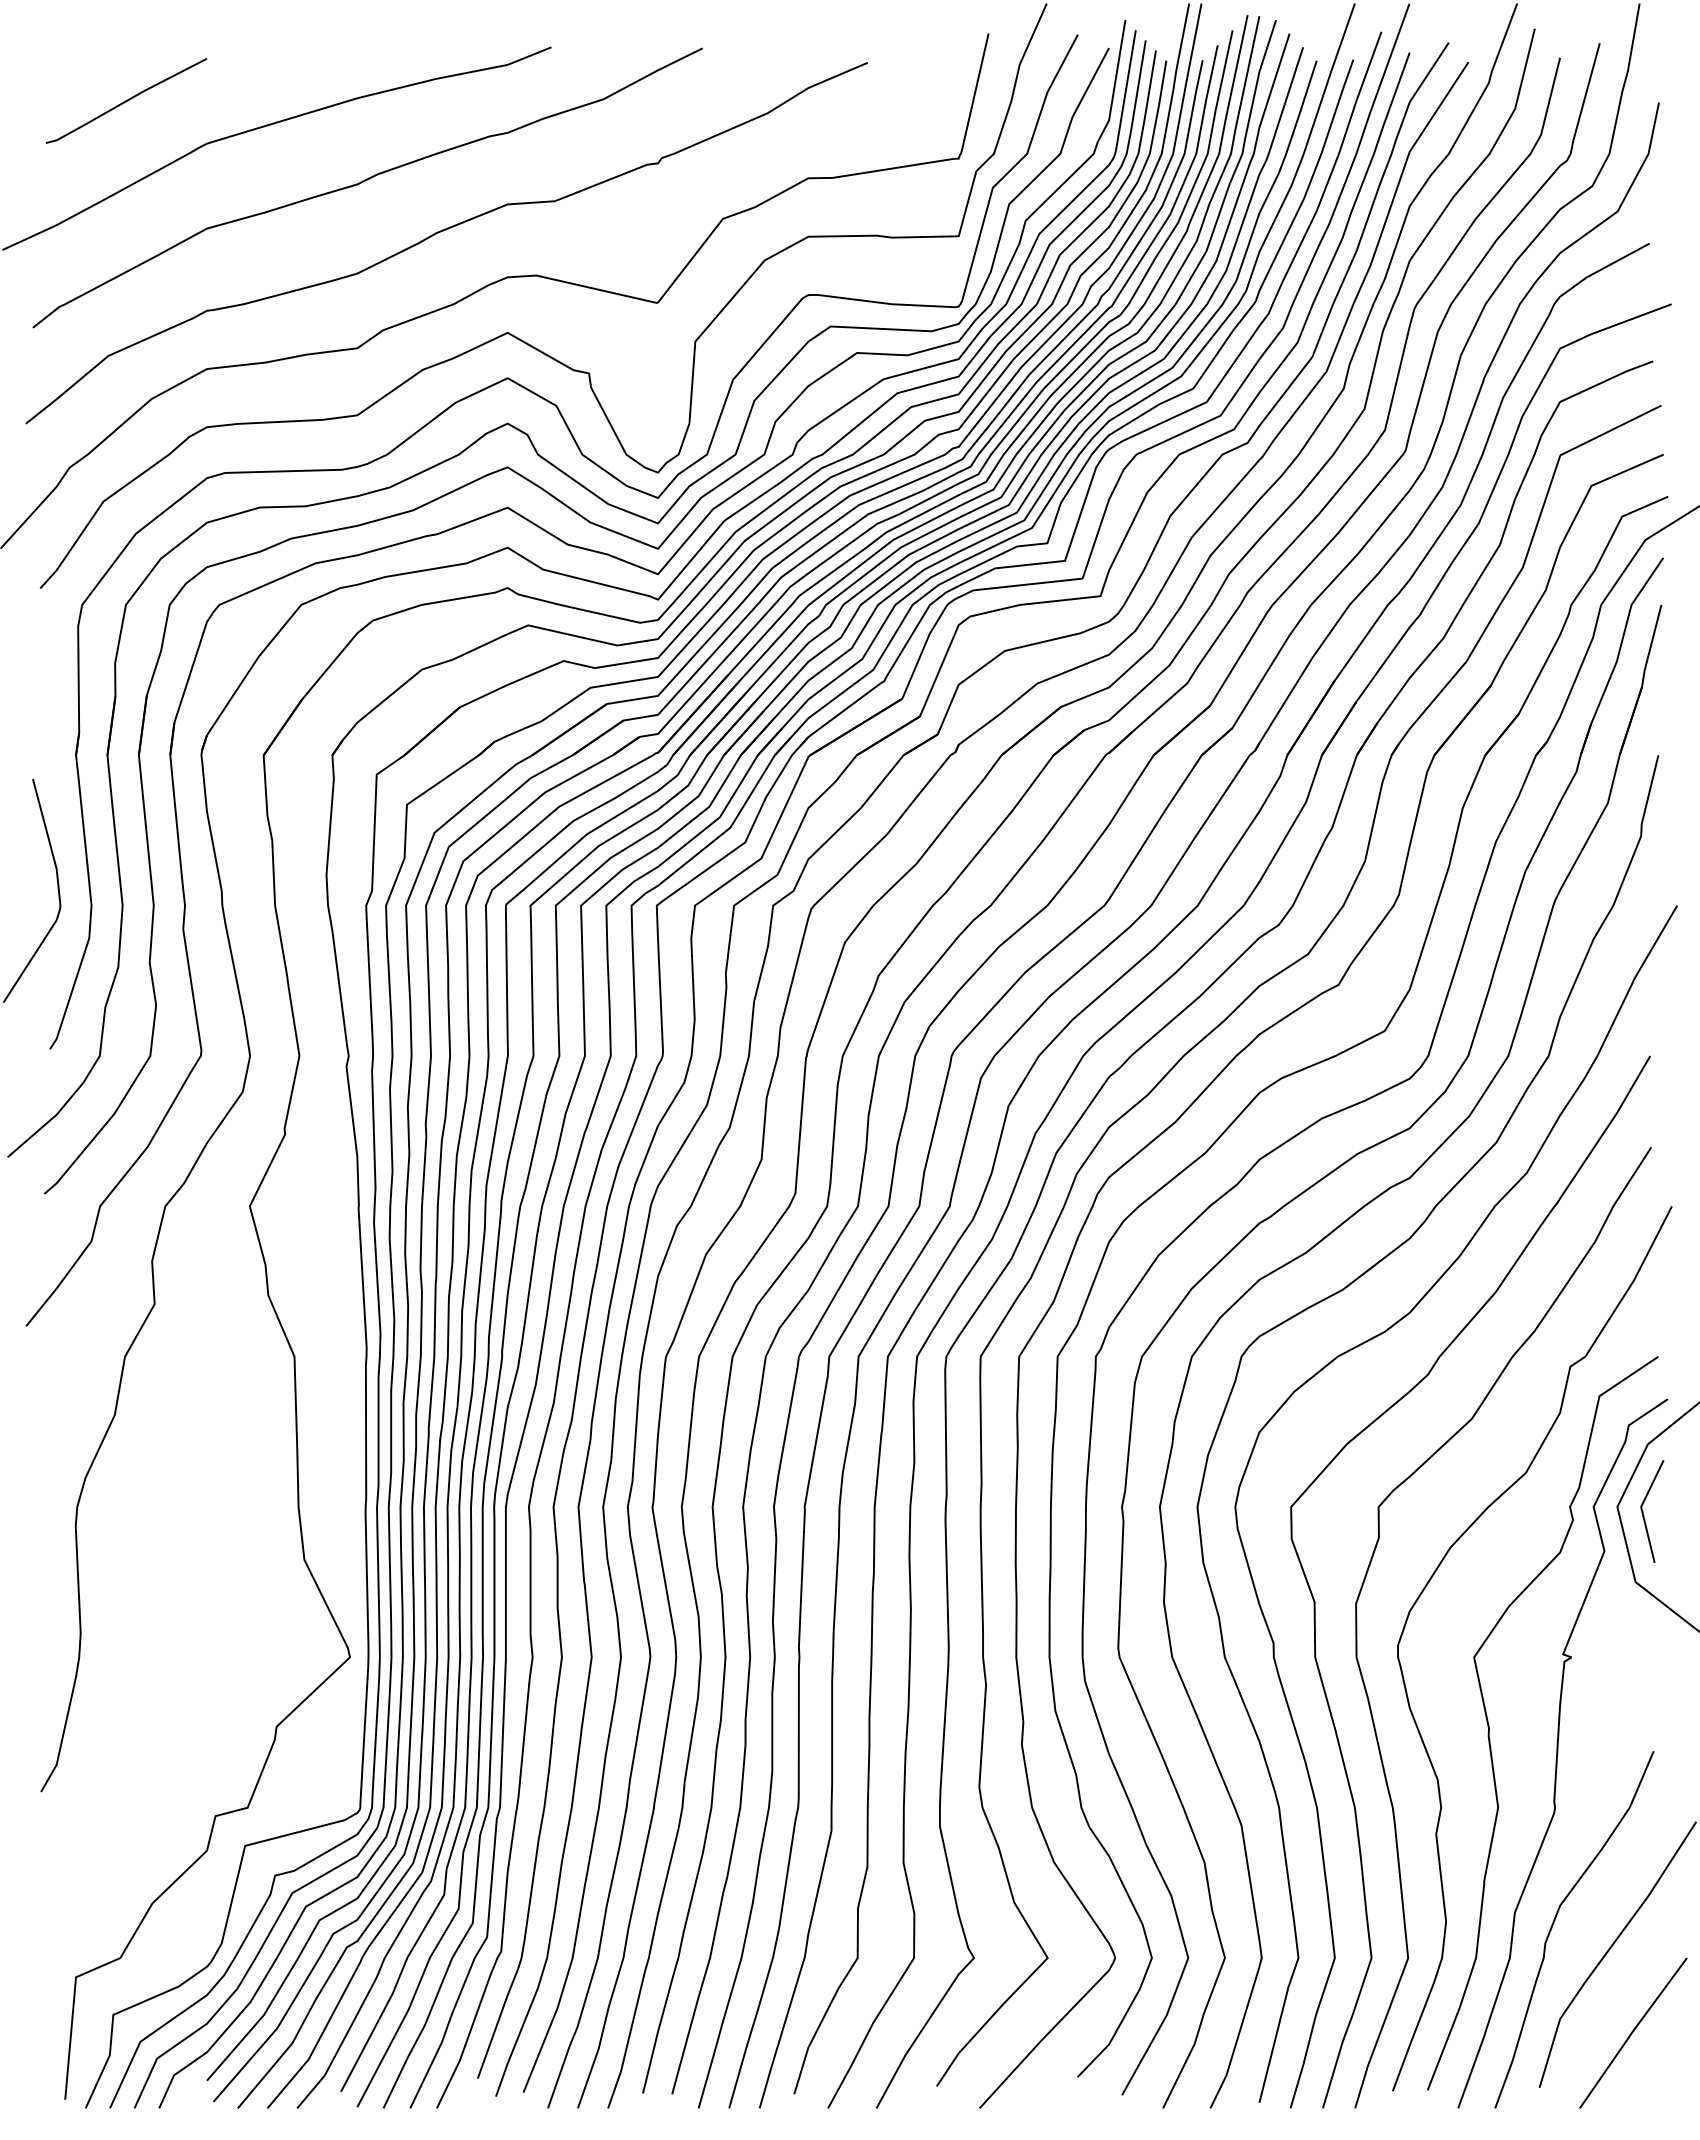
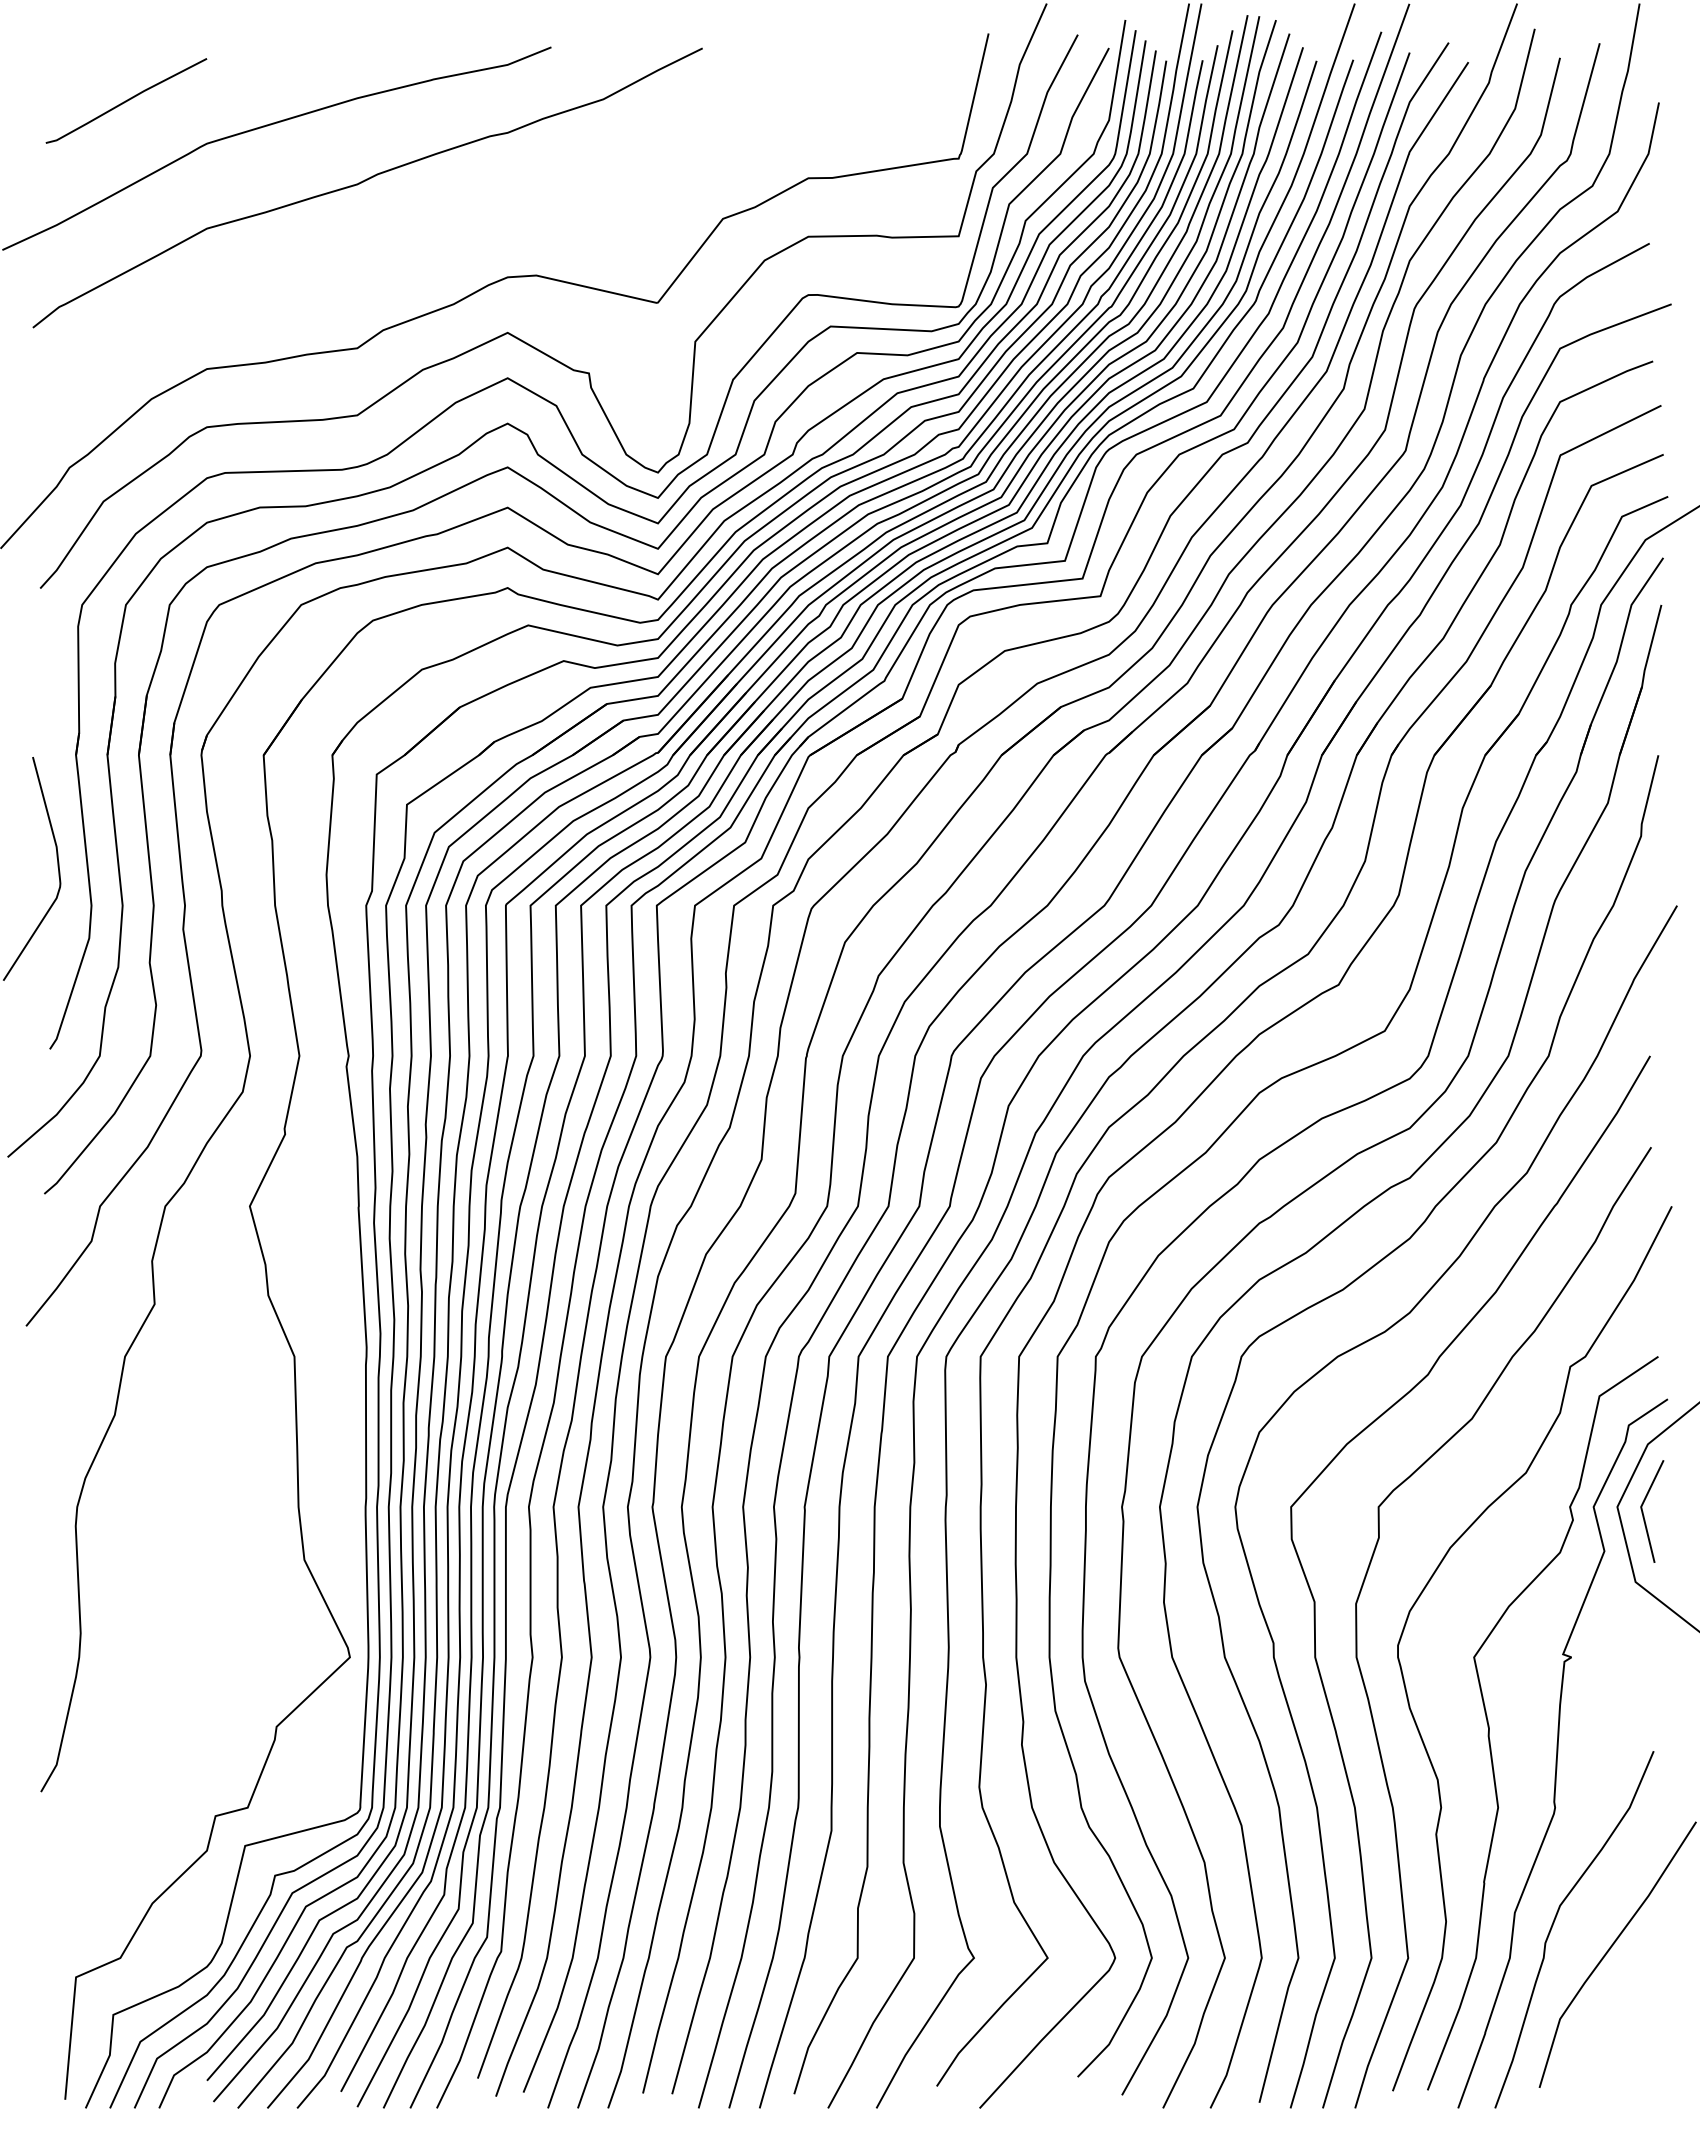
curve at (441, 232): present -> none
curve at (57, 889) position: (57, 889) -> (57, 867)
line at (1633, 2032): present -> none
